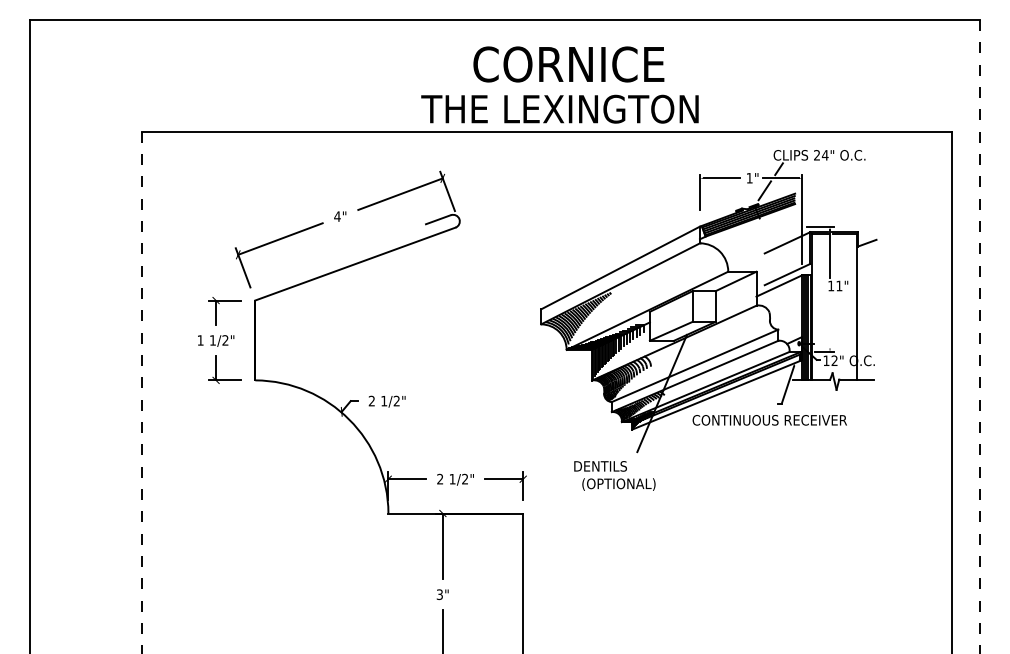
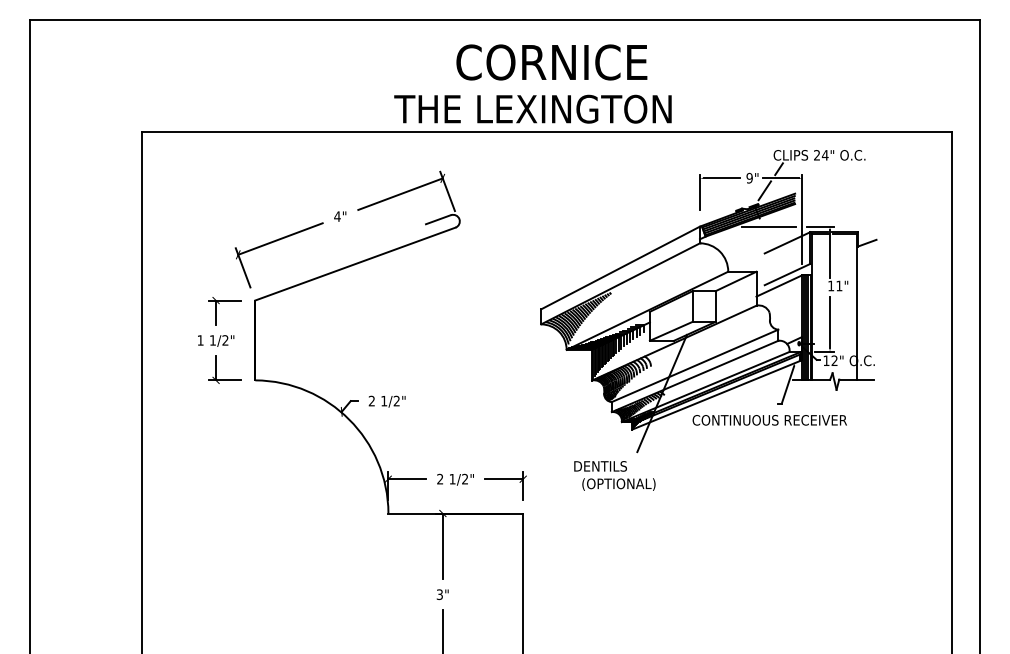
text at (568, 64) position: (568, 64) -> (551, 62)
text at (559, 108) position: (559, 108) -> (532, 108)
text at (749, 177): 1" -> 9"
line at (768, 226): none -> present
line at (830, 322): none -> present
line at (979, 336): dashed -> solid
line at (141, 392): dashed -> solid
